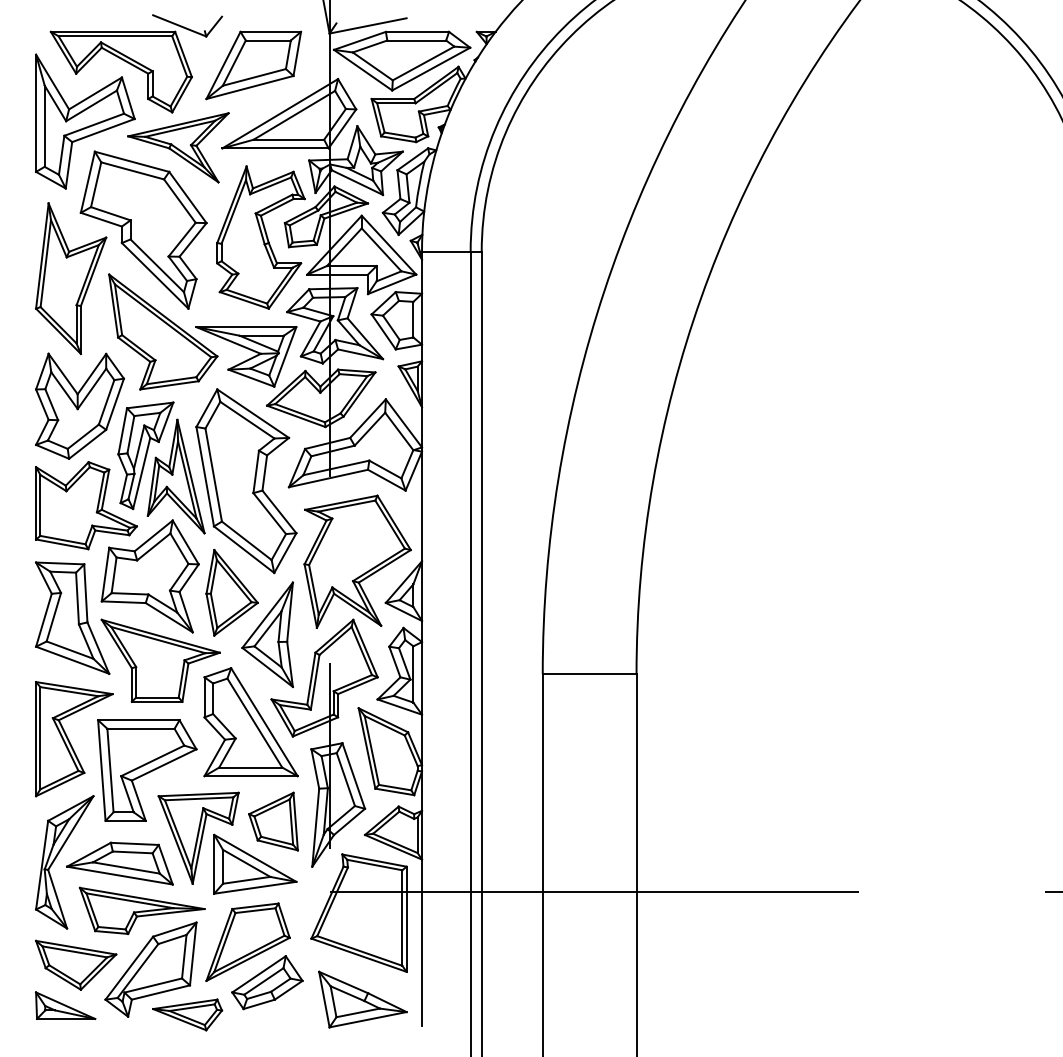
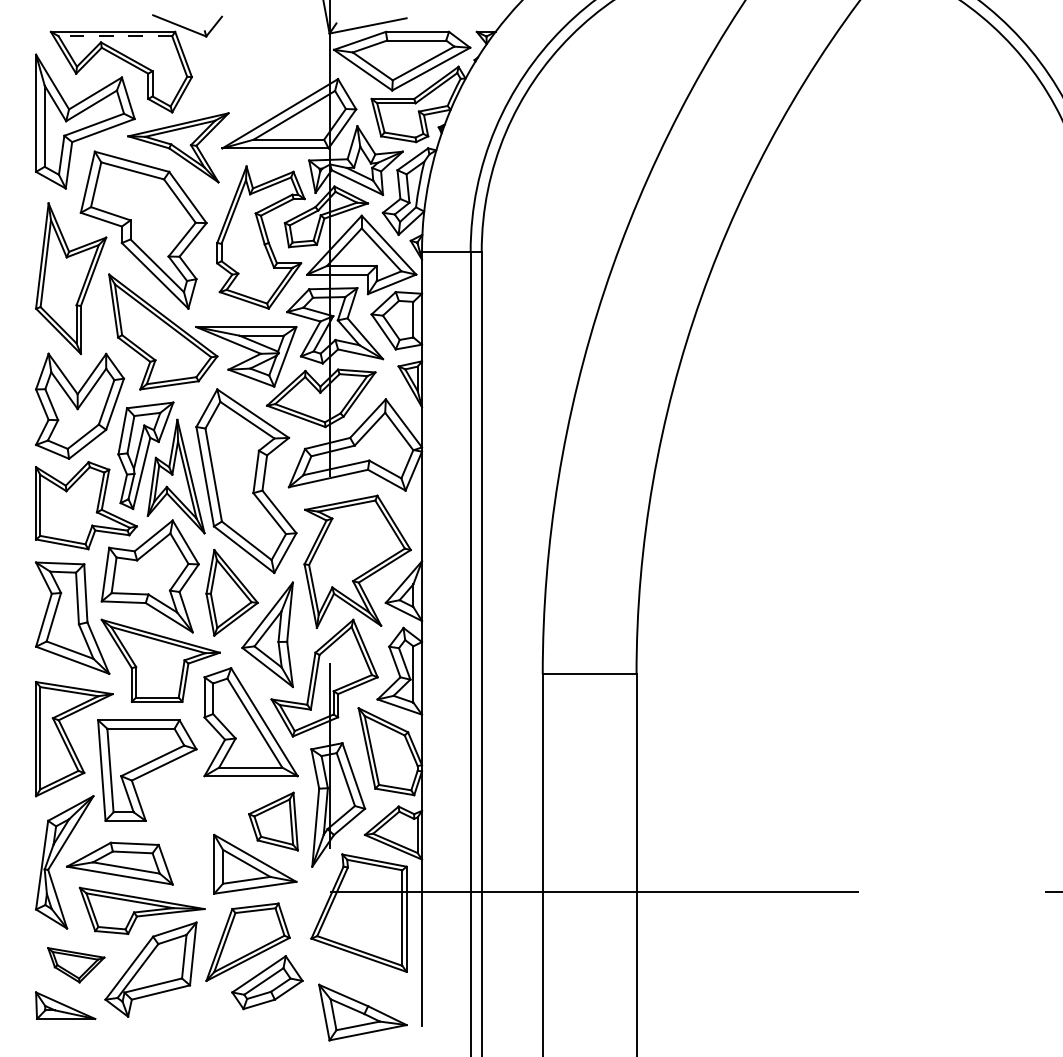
line at (115, 36): solid -> dashed
part at (253, 65): present -> none
part at (198, 837): present -> none
part at (76, 964) size: 83x52 px -> 59x37 px
part at (362, 999) position: (362, 999) -> (362, 1012)
part at (187, 1014): present -> none
